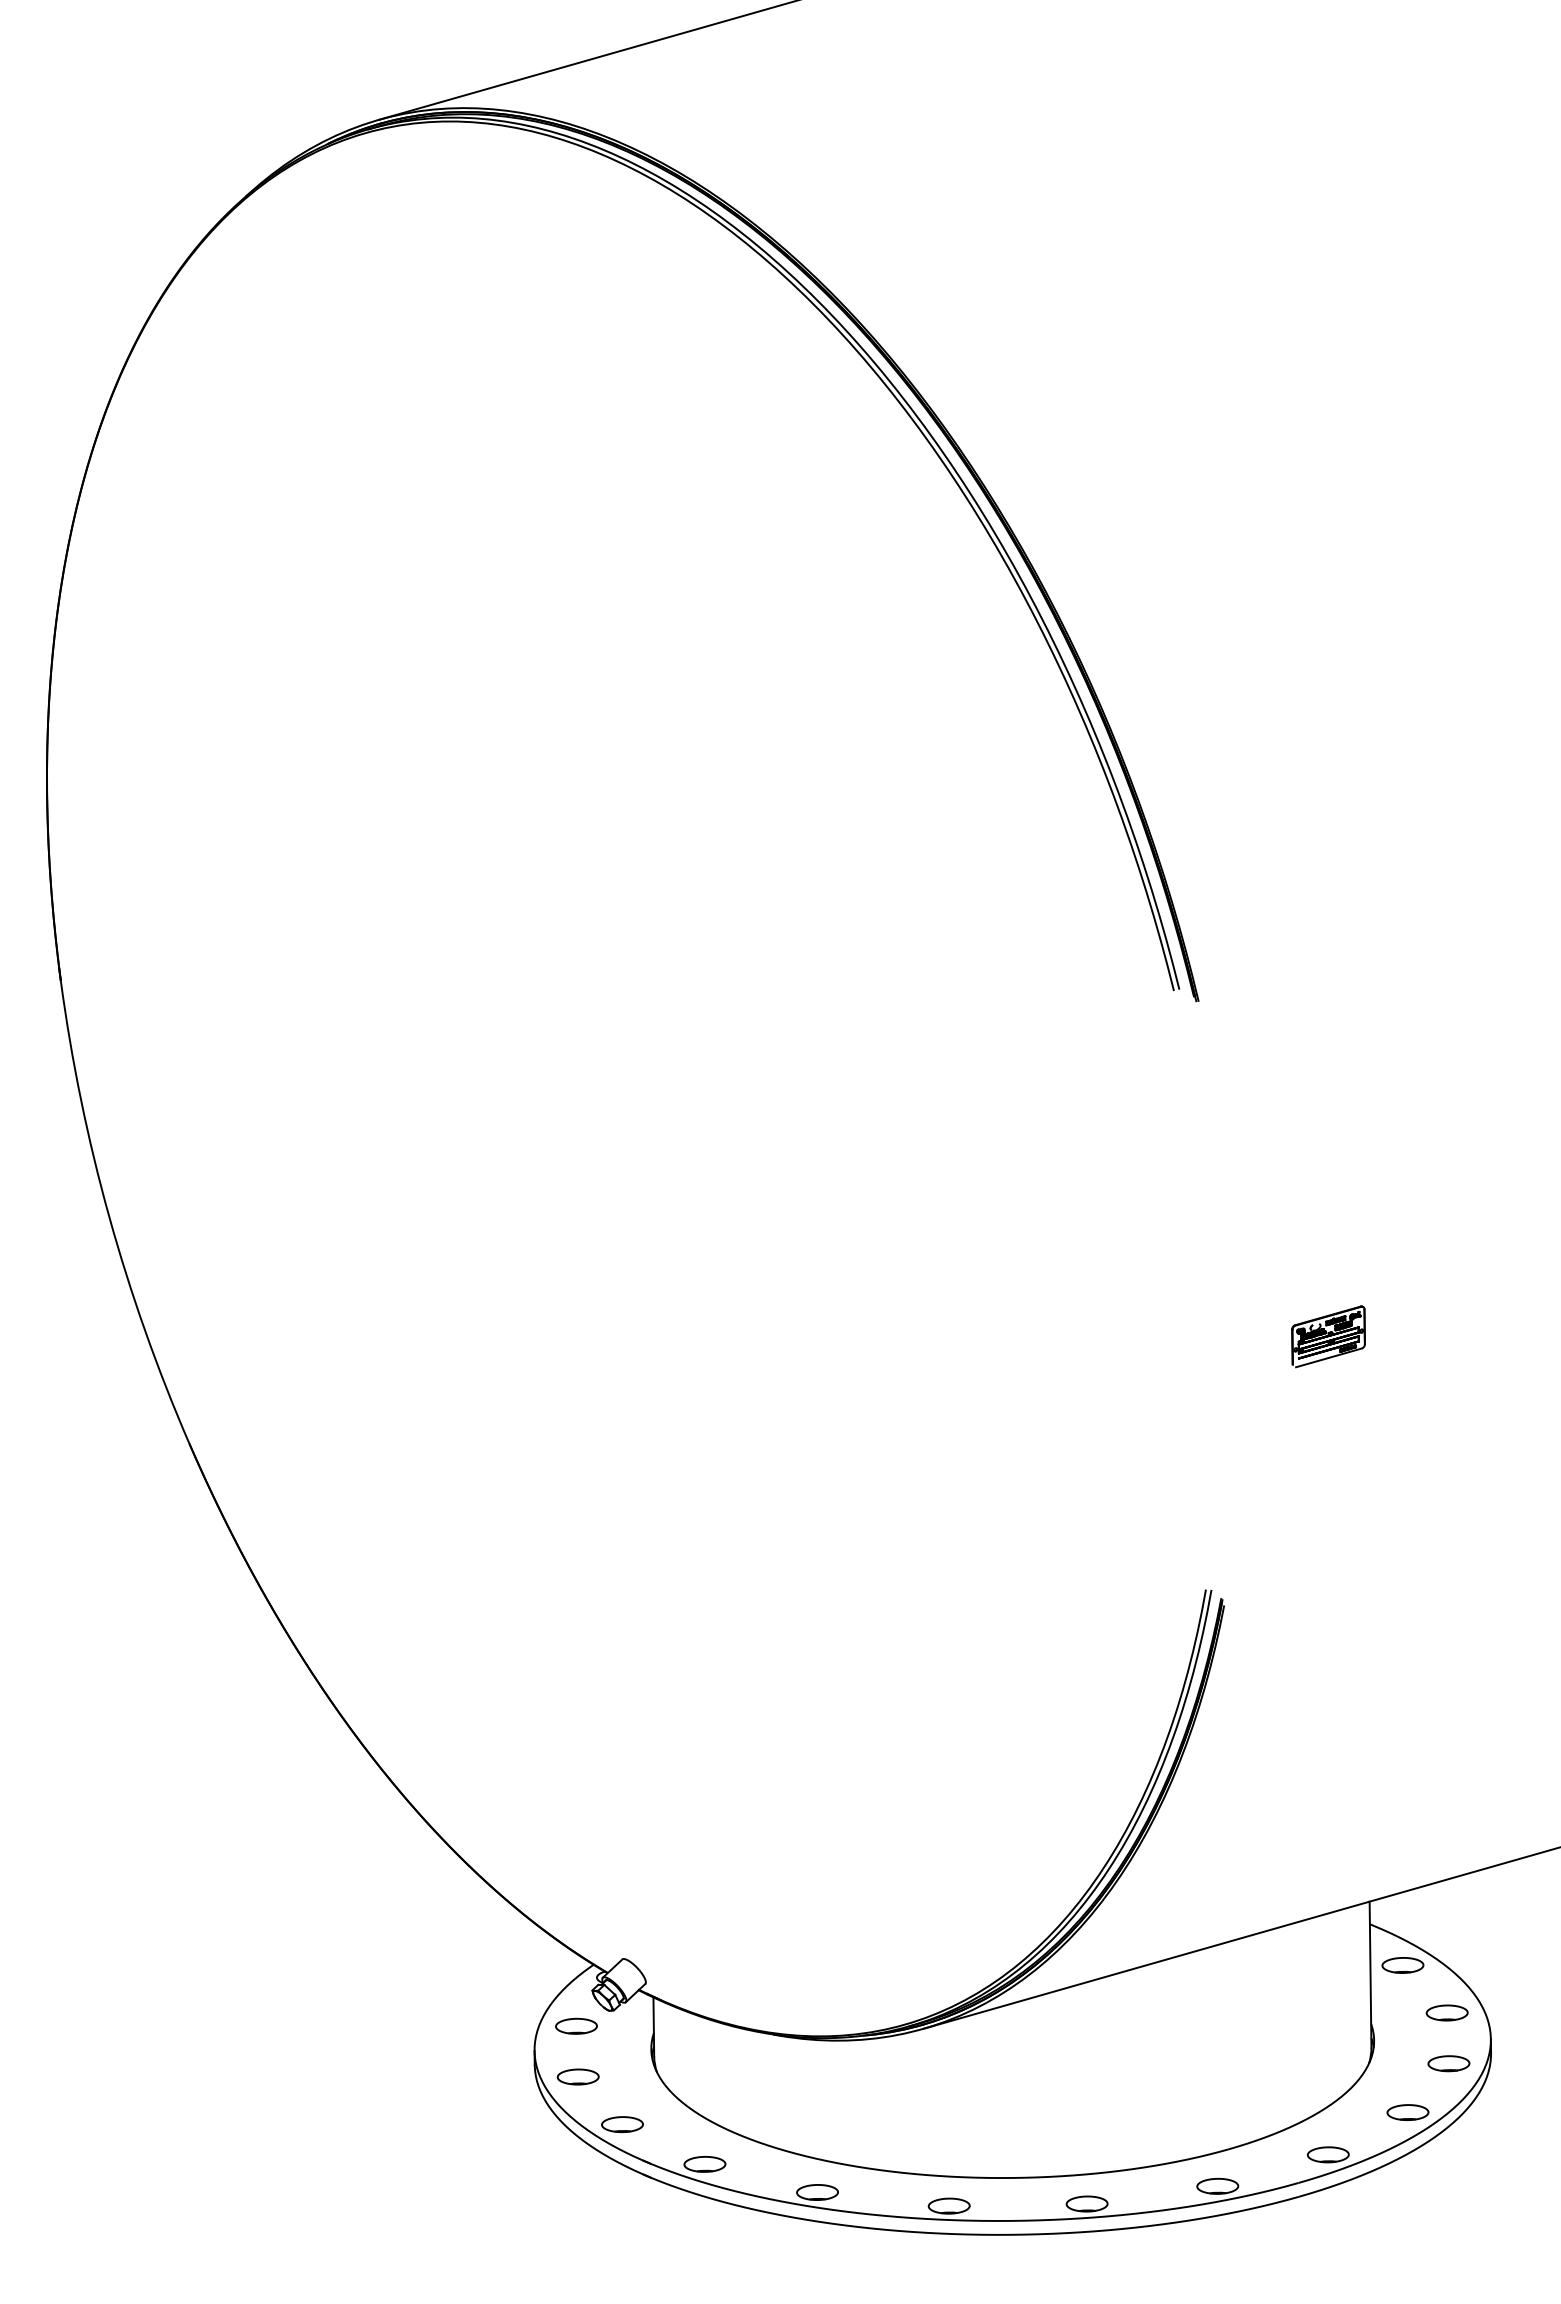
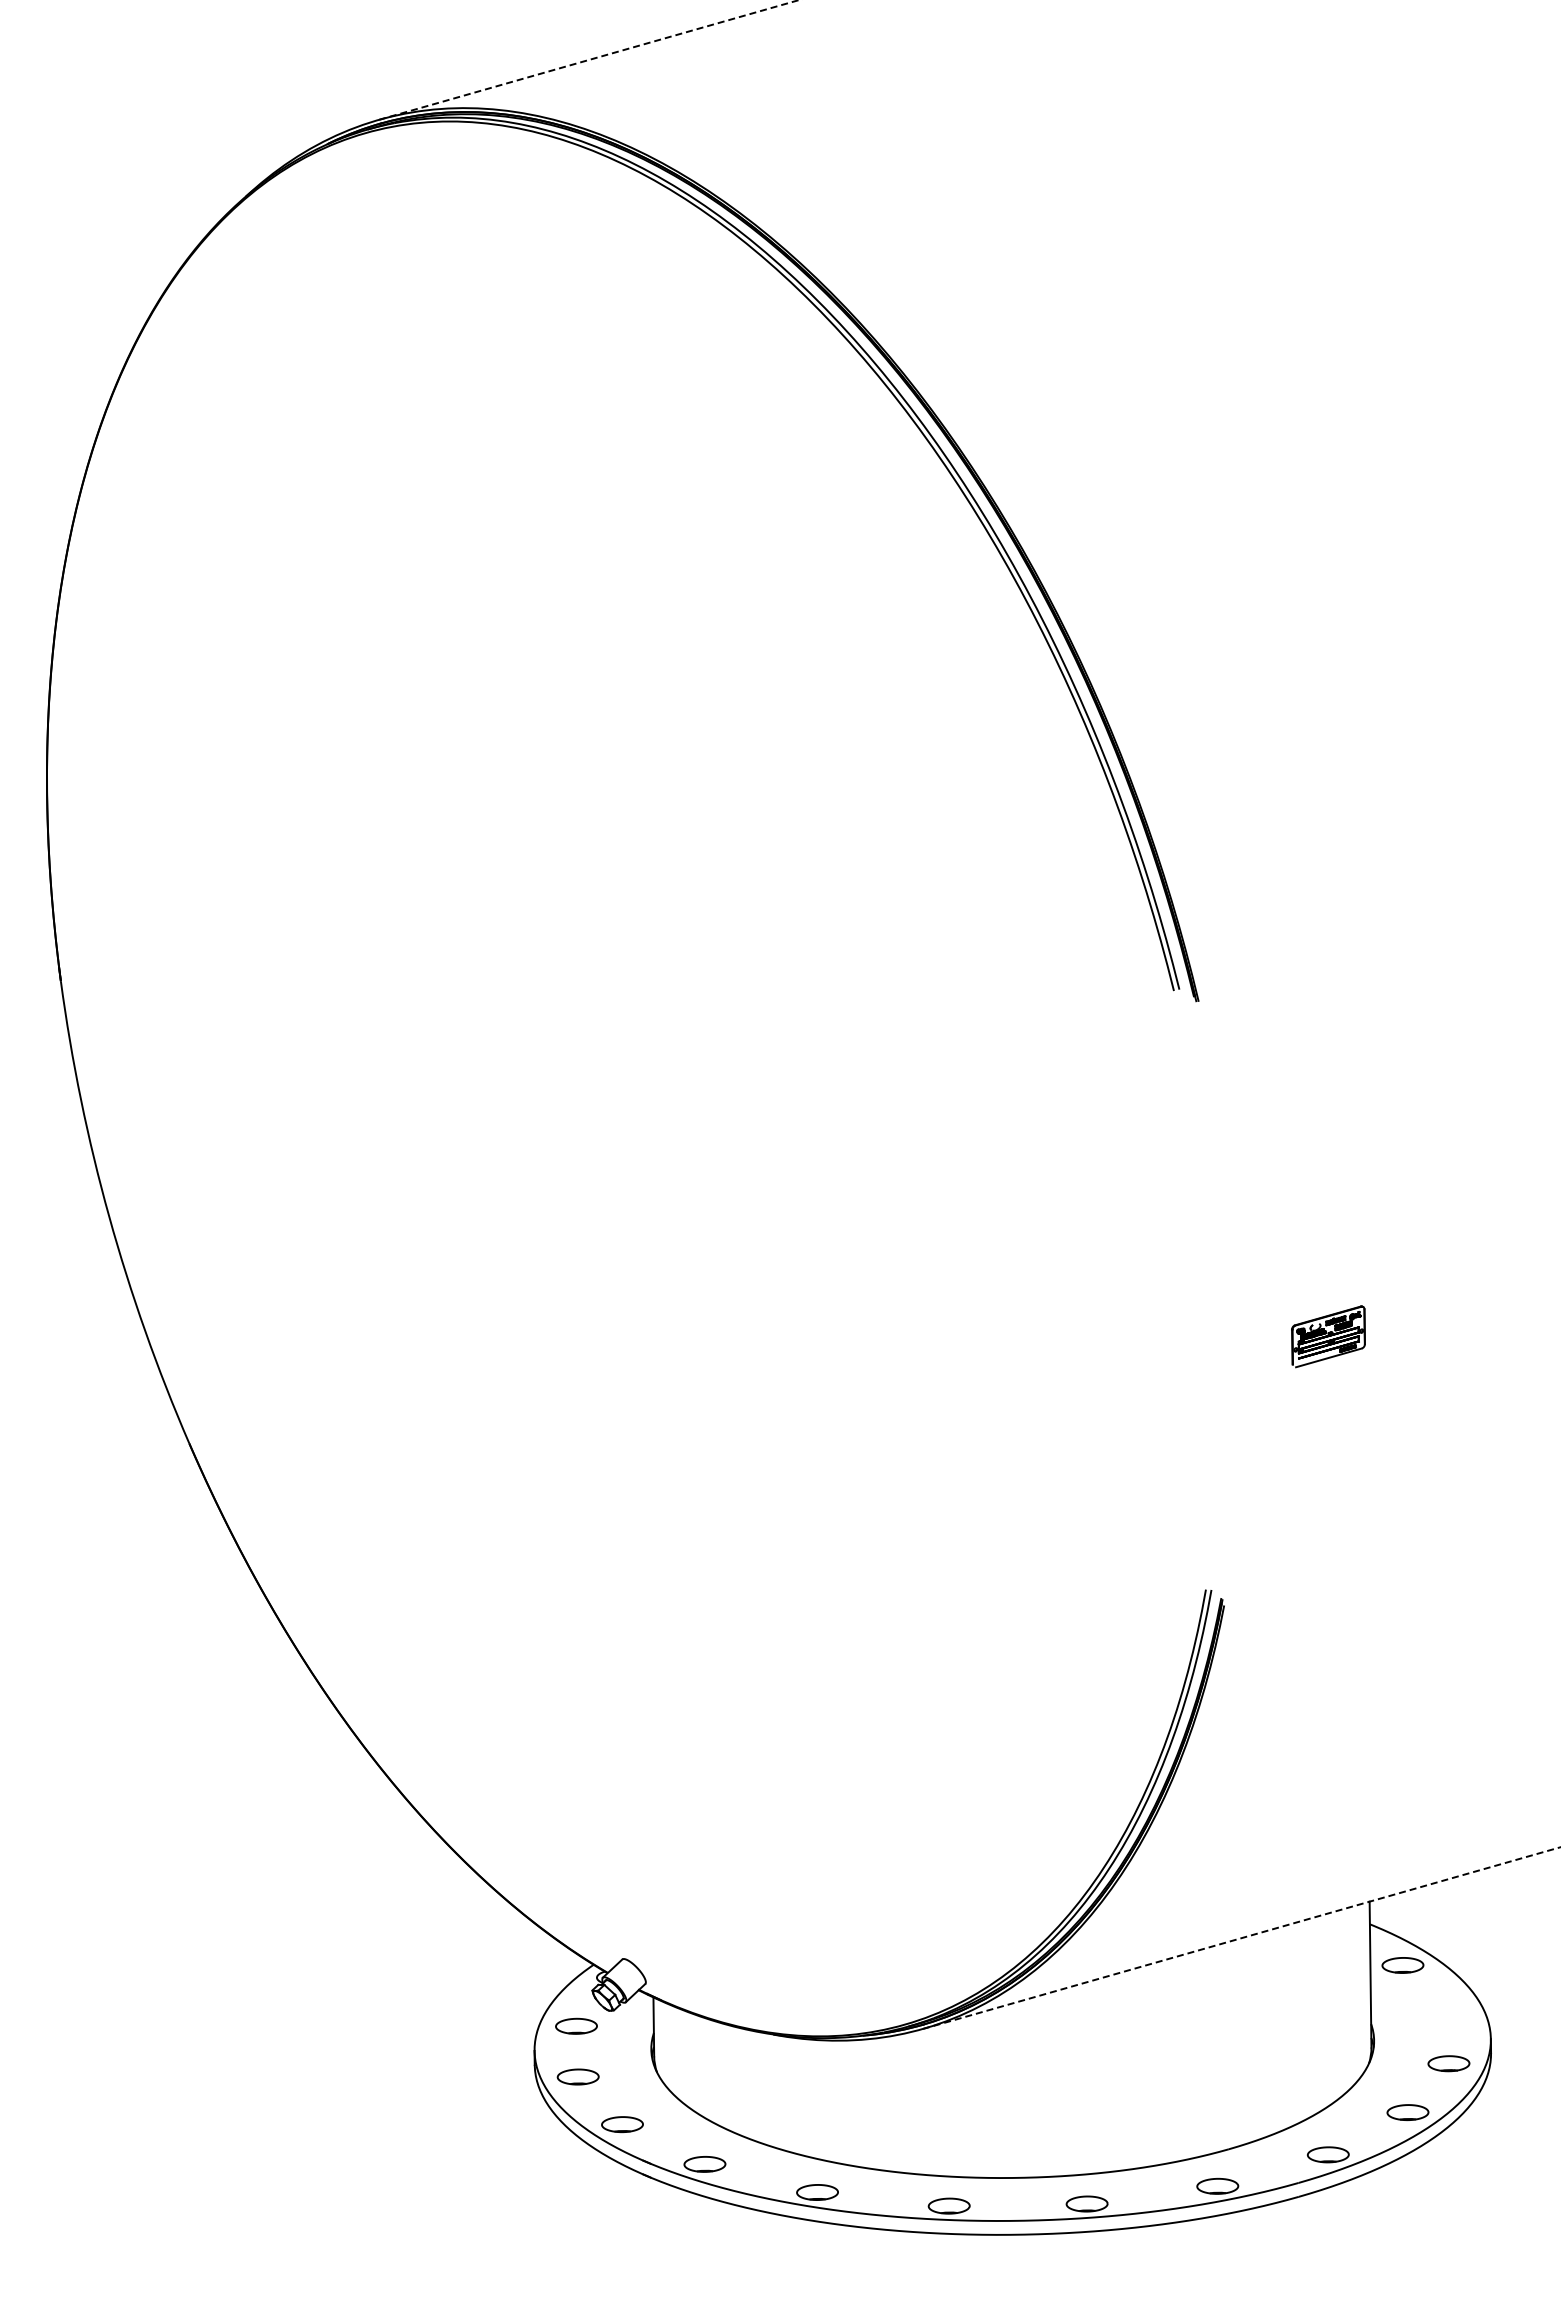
line at (588, 60): solid -> dashed
line at (1242, 1937): solid -> dashed
part at (1446, 2012): present -> none
